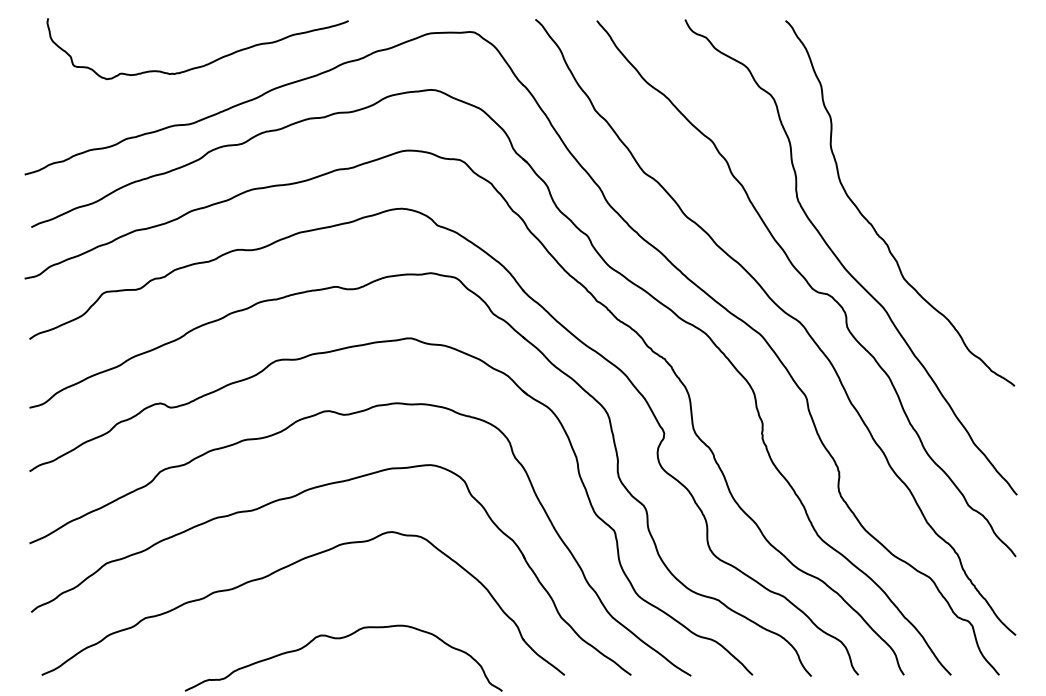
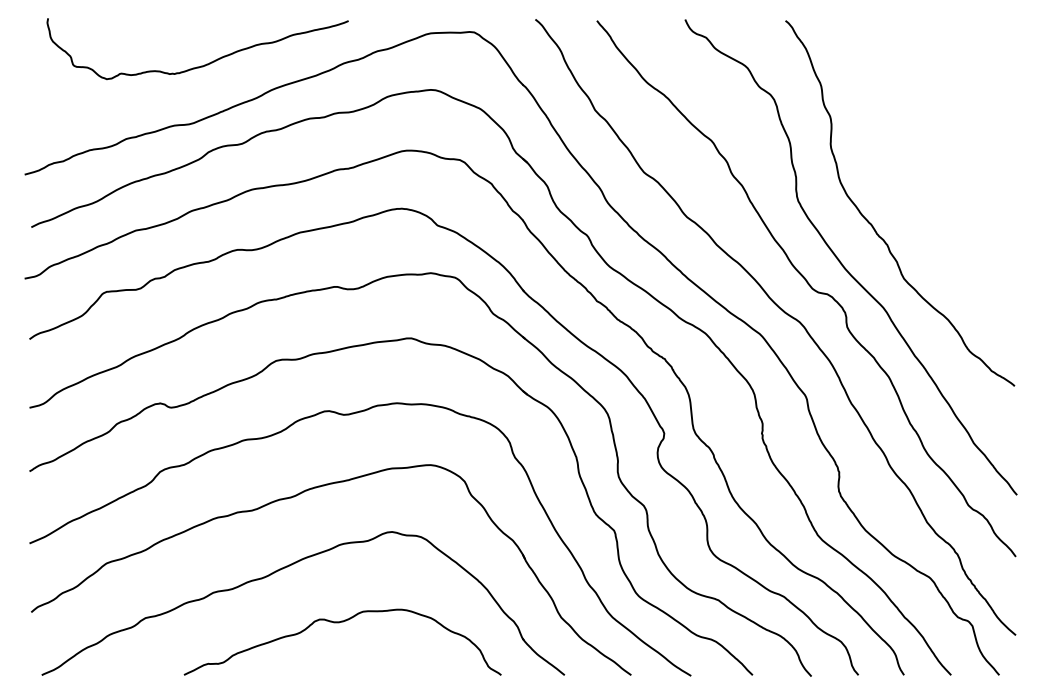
curve at (340, 639) position: (340, 639) -> (339, 623)
